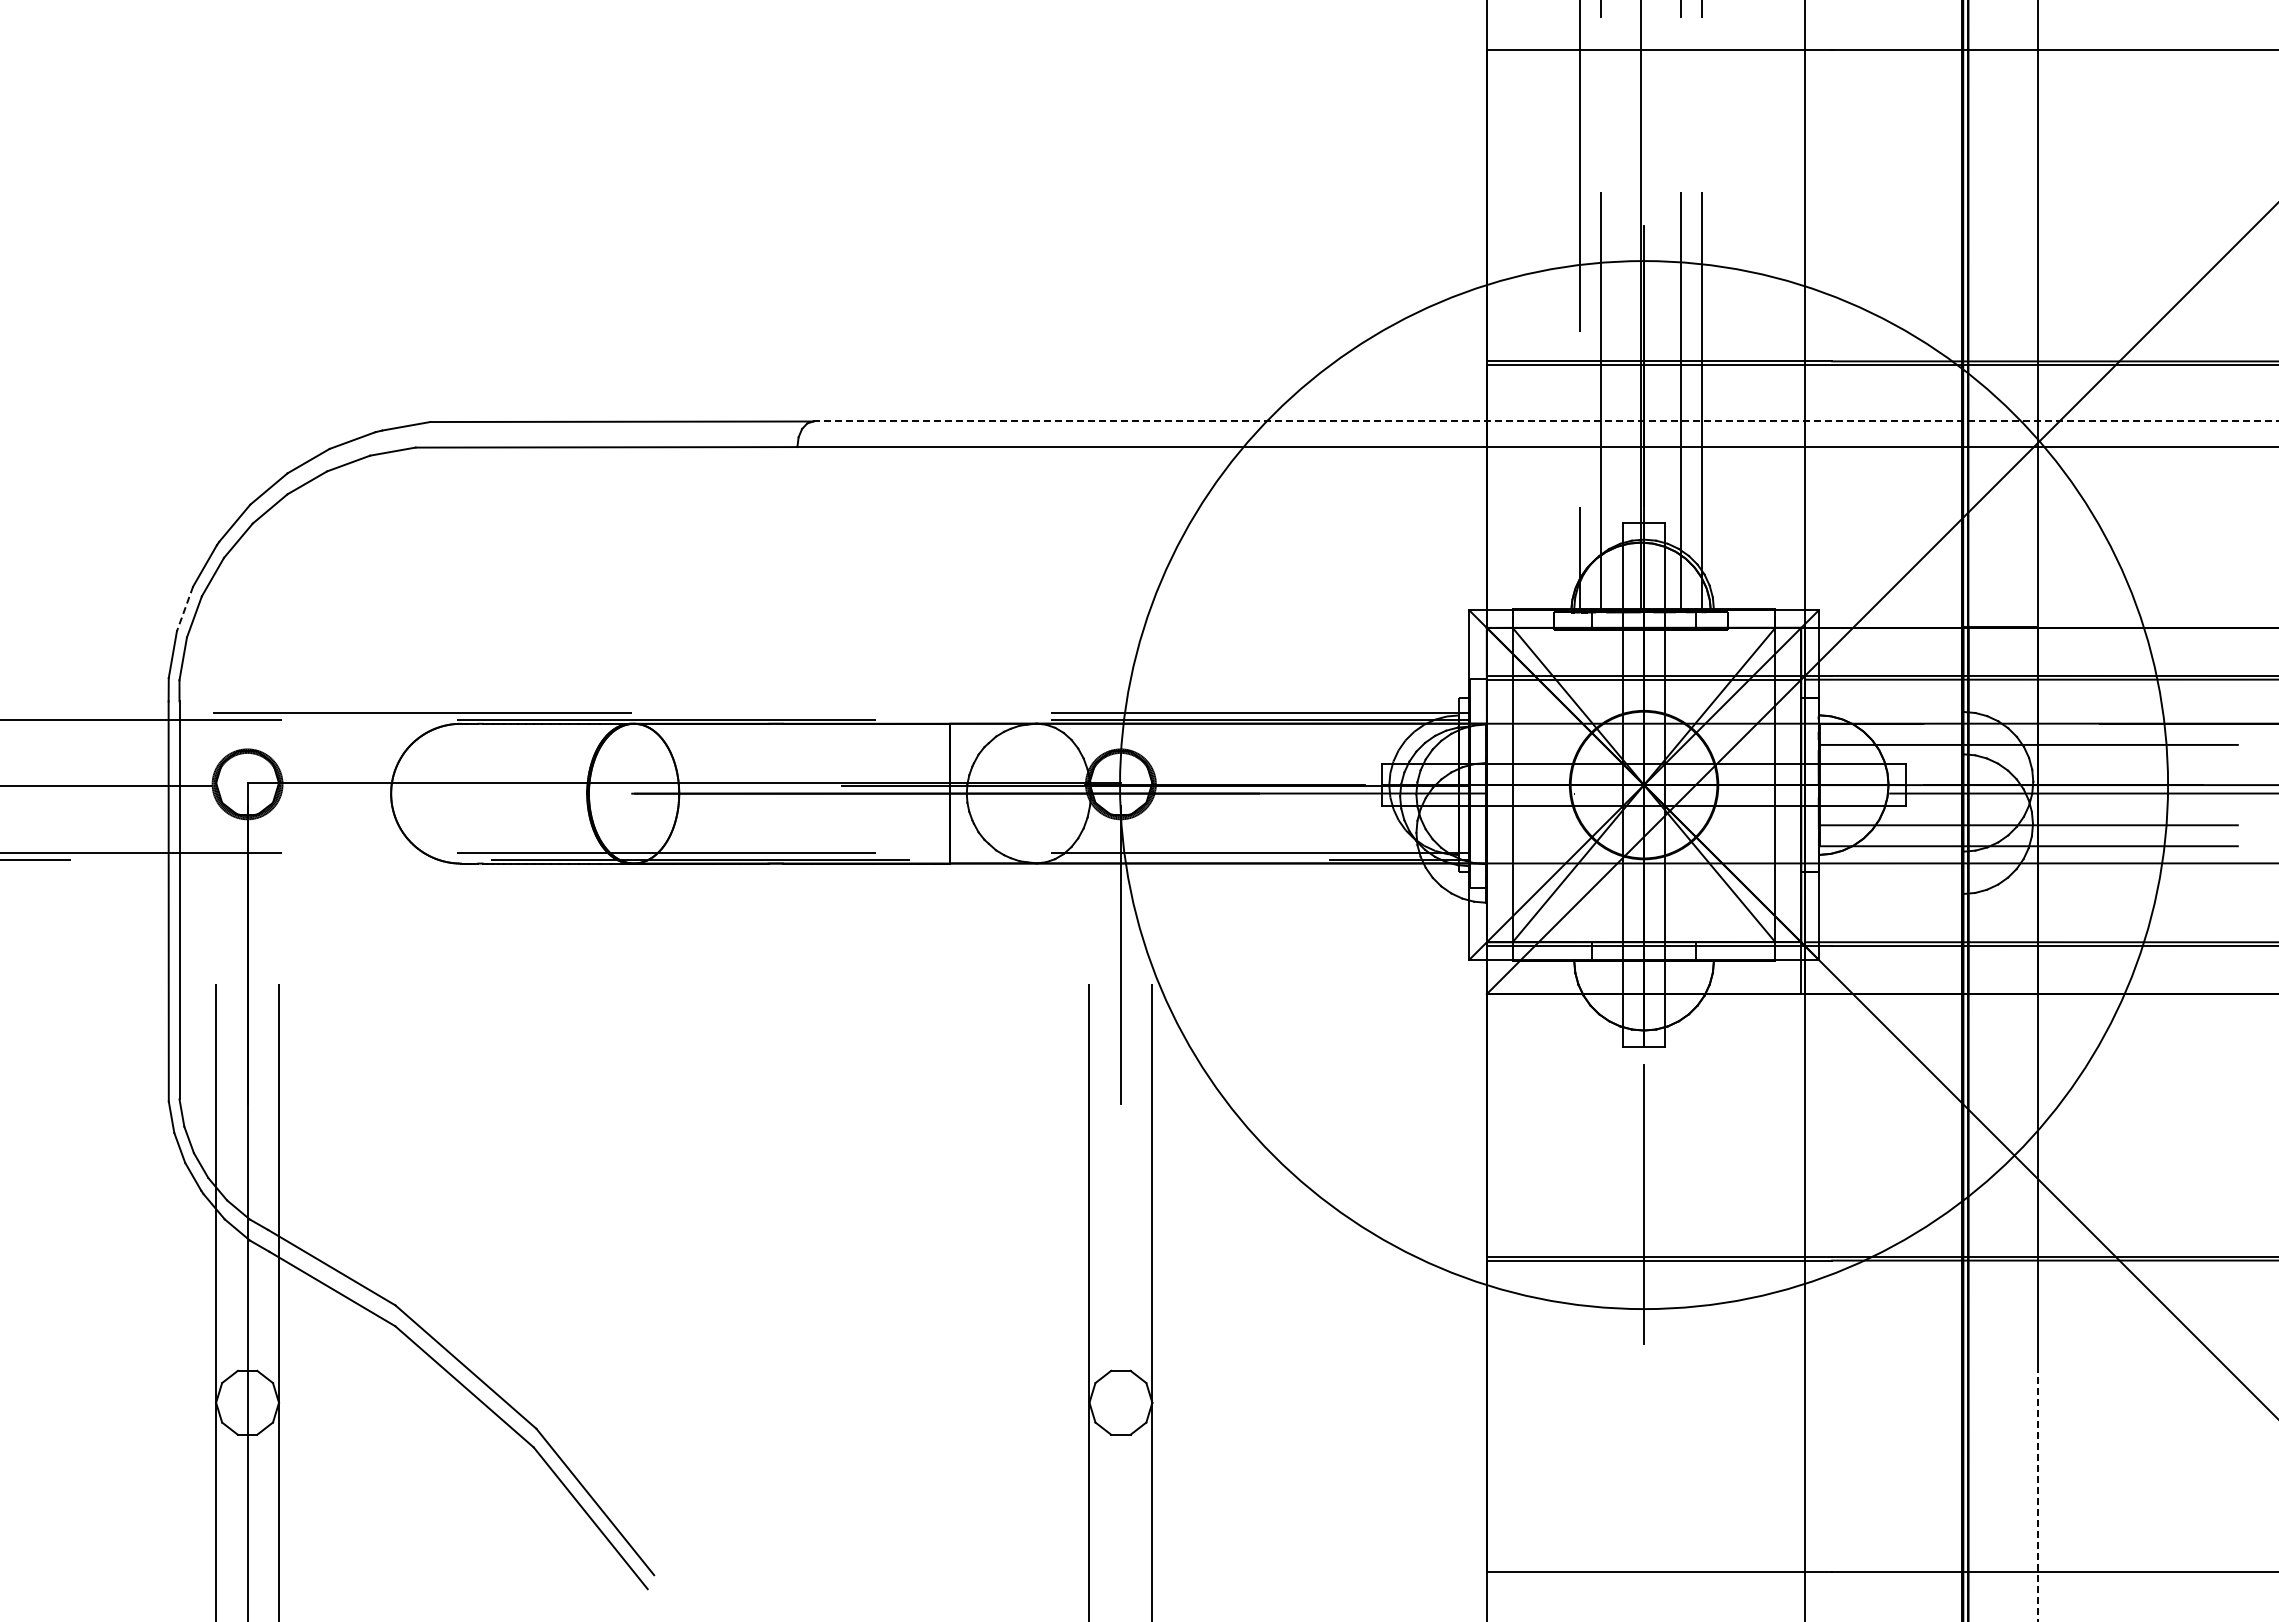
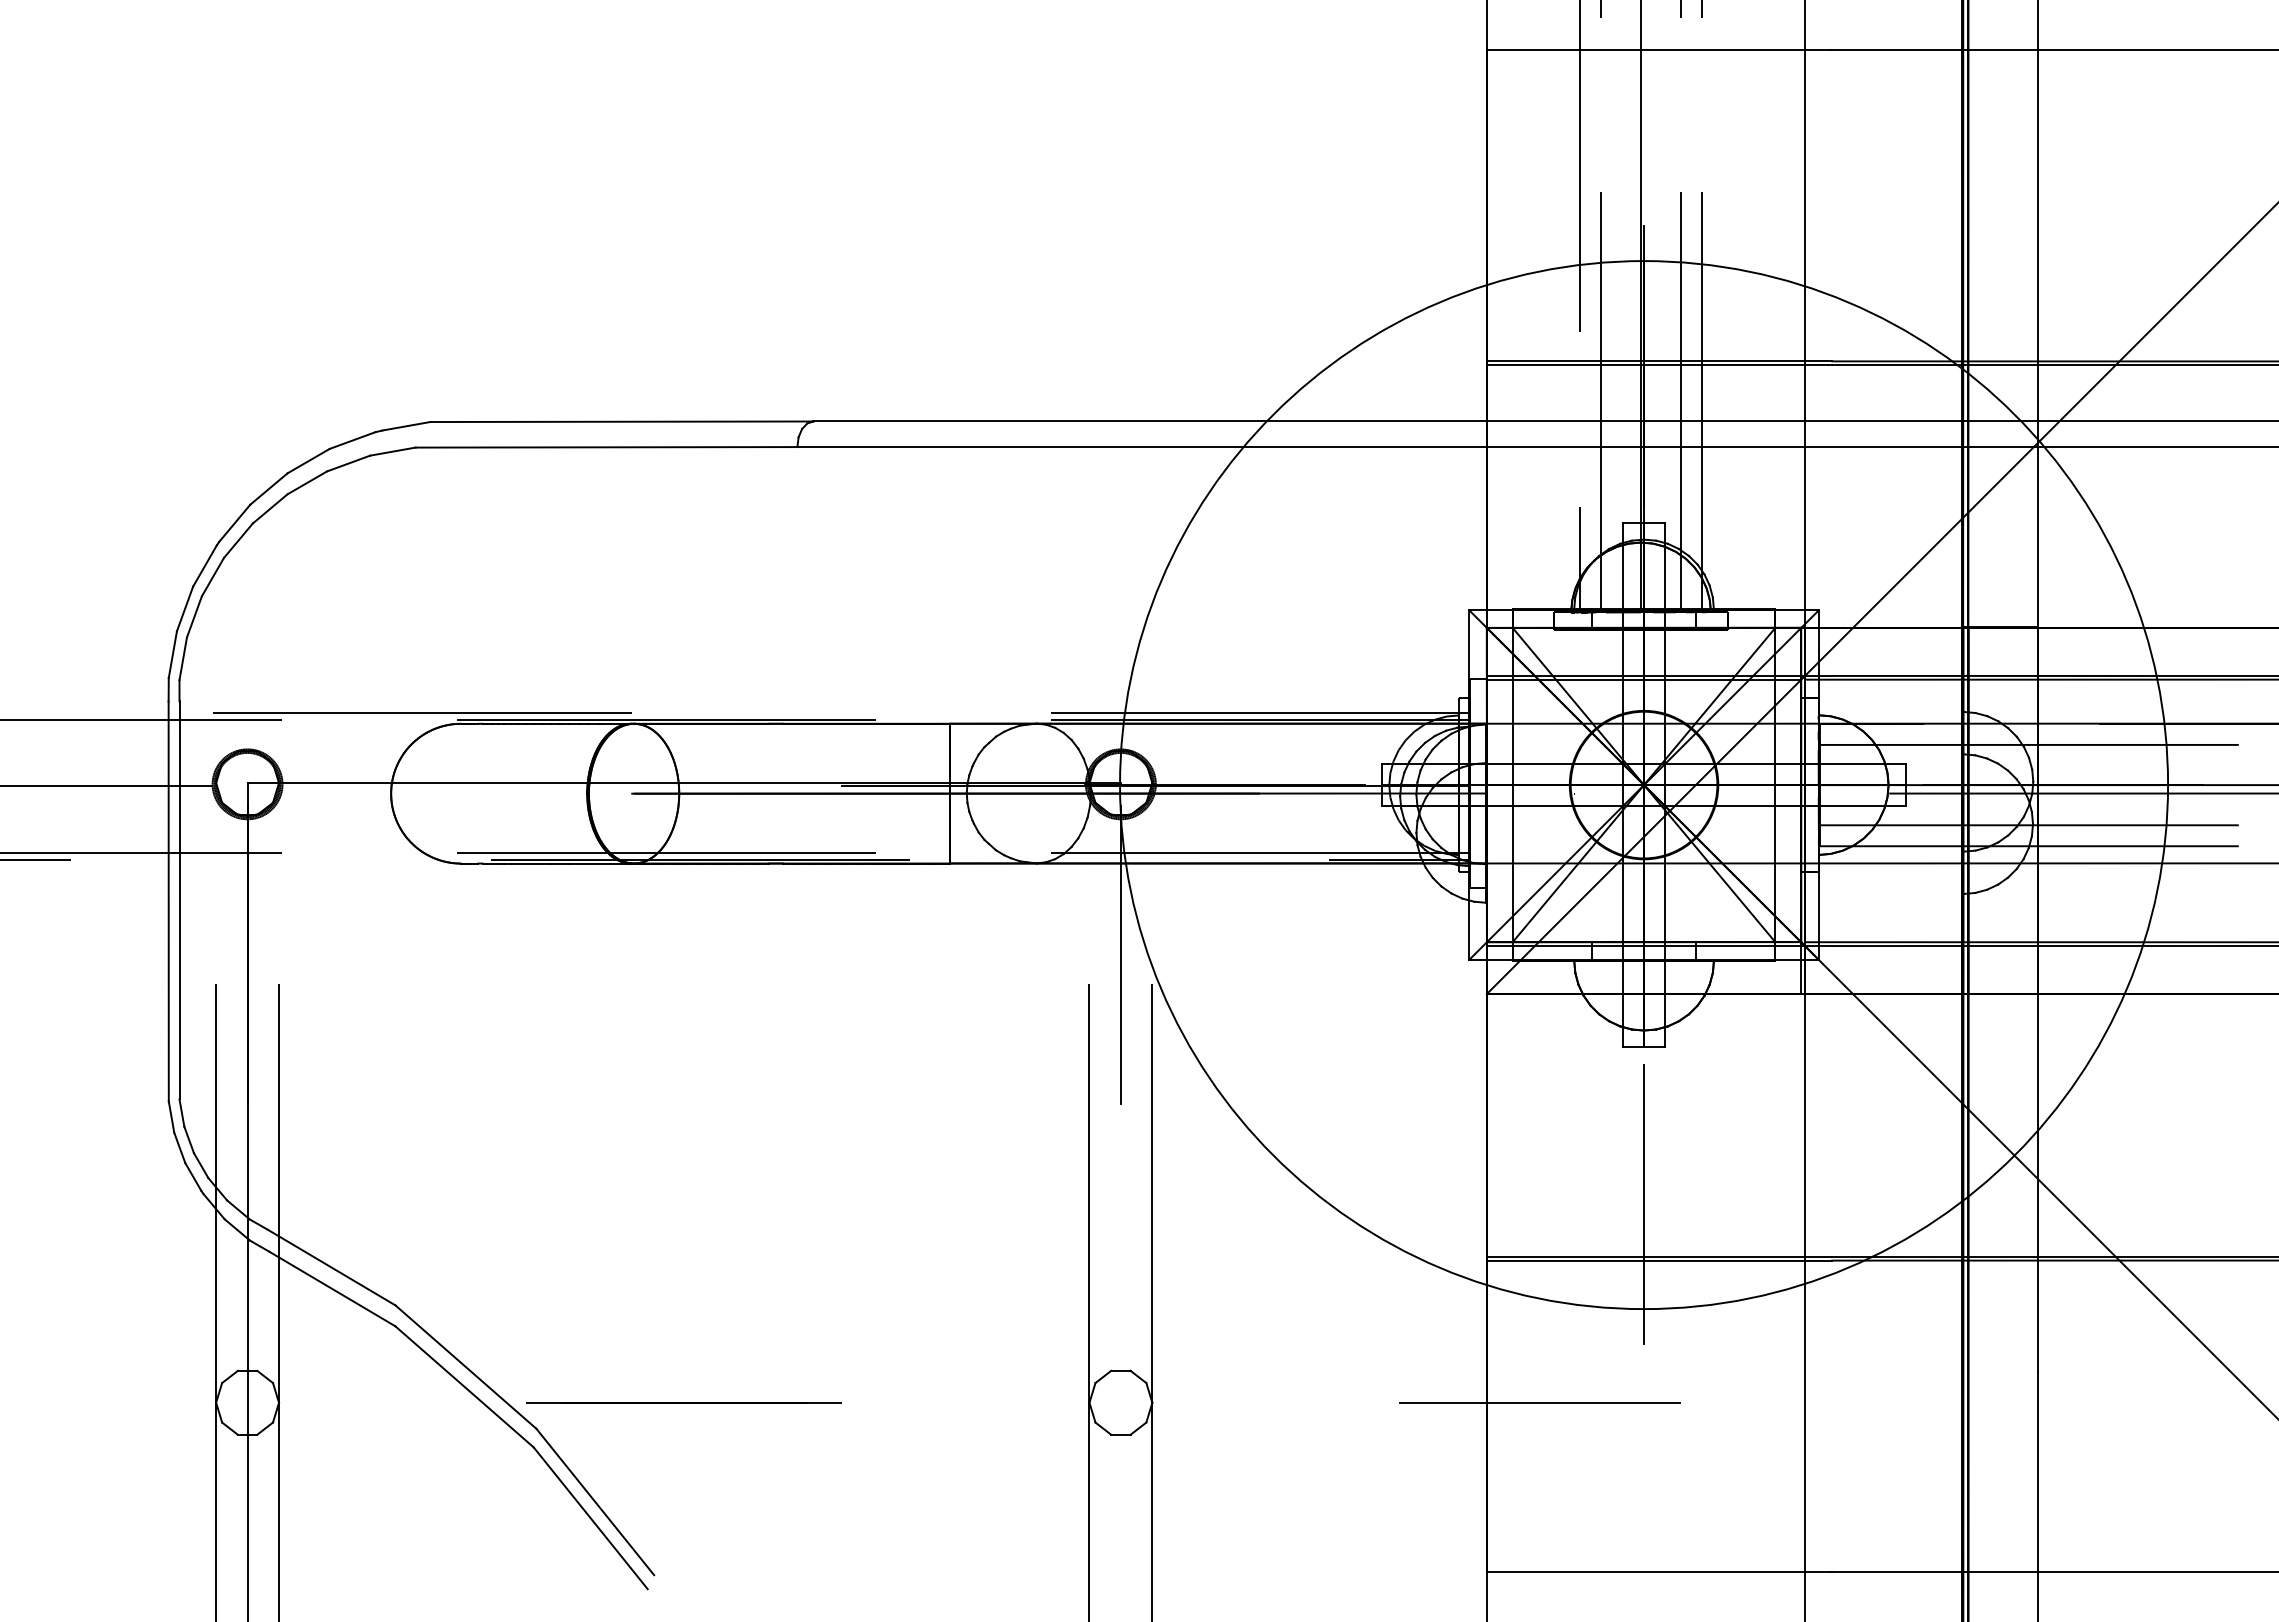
line at (1546, 421): dashed -> solid
line at (185, 608): dashed -> solid
line at (683, 1402): none -> present
line at (1539, 1402): none -> present
line at (2038, 1496): dashed -> solid
